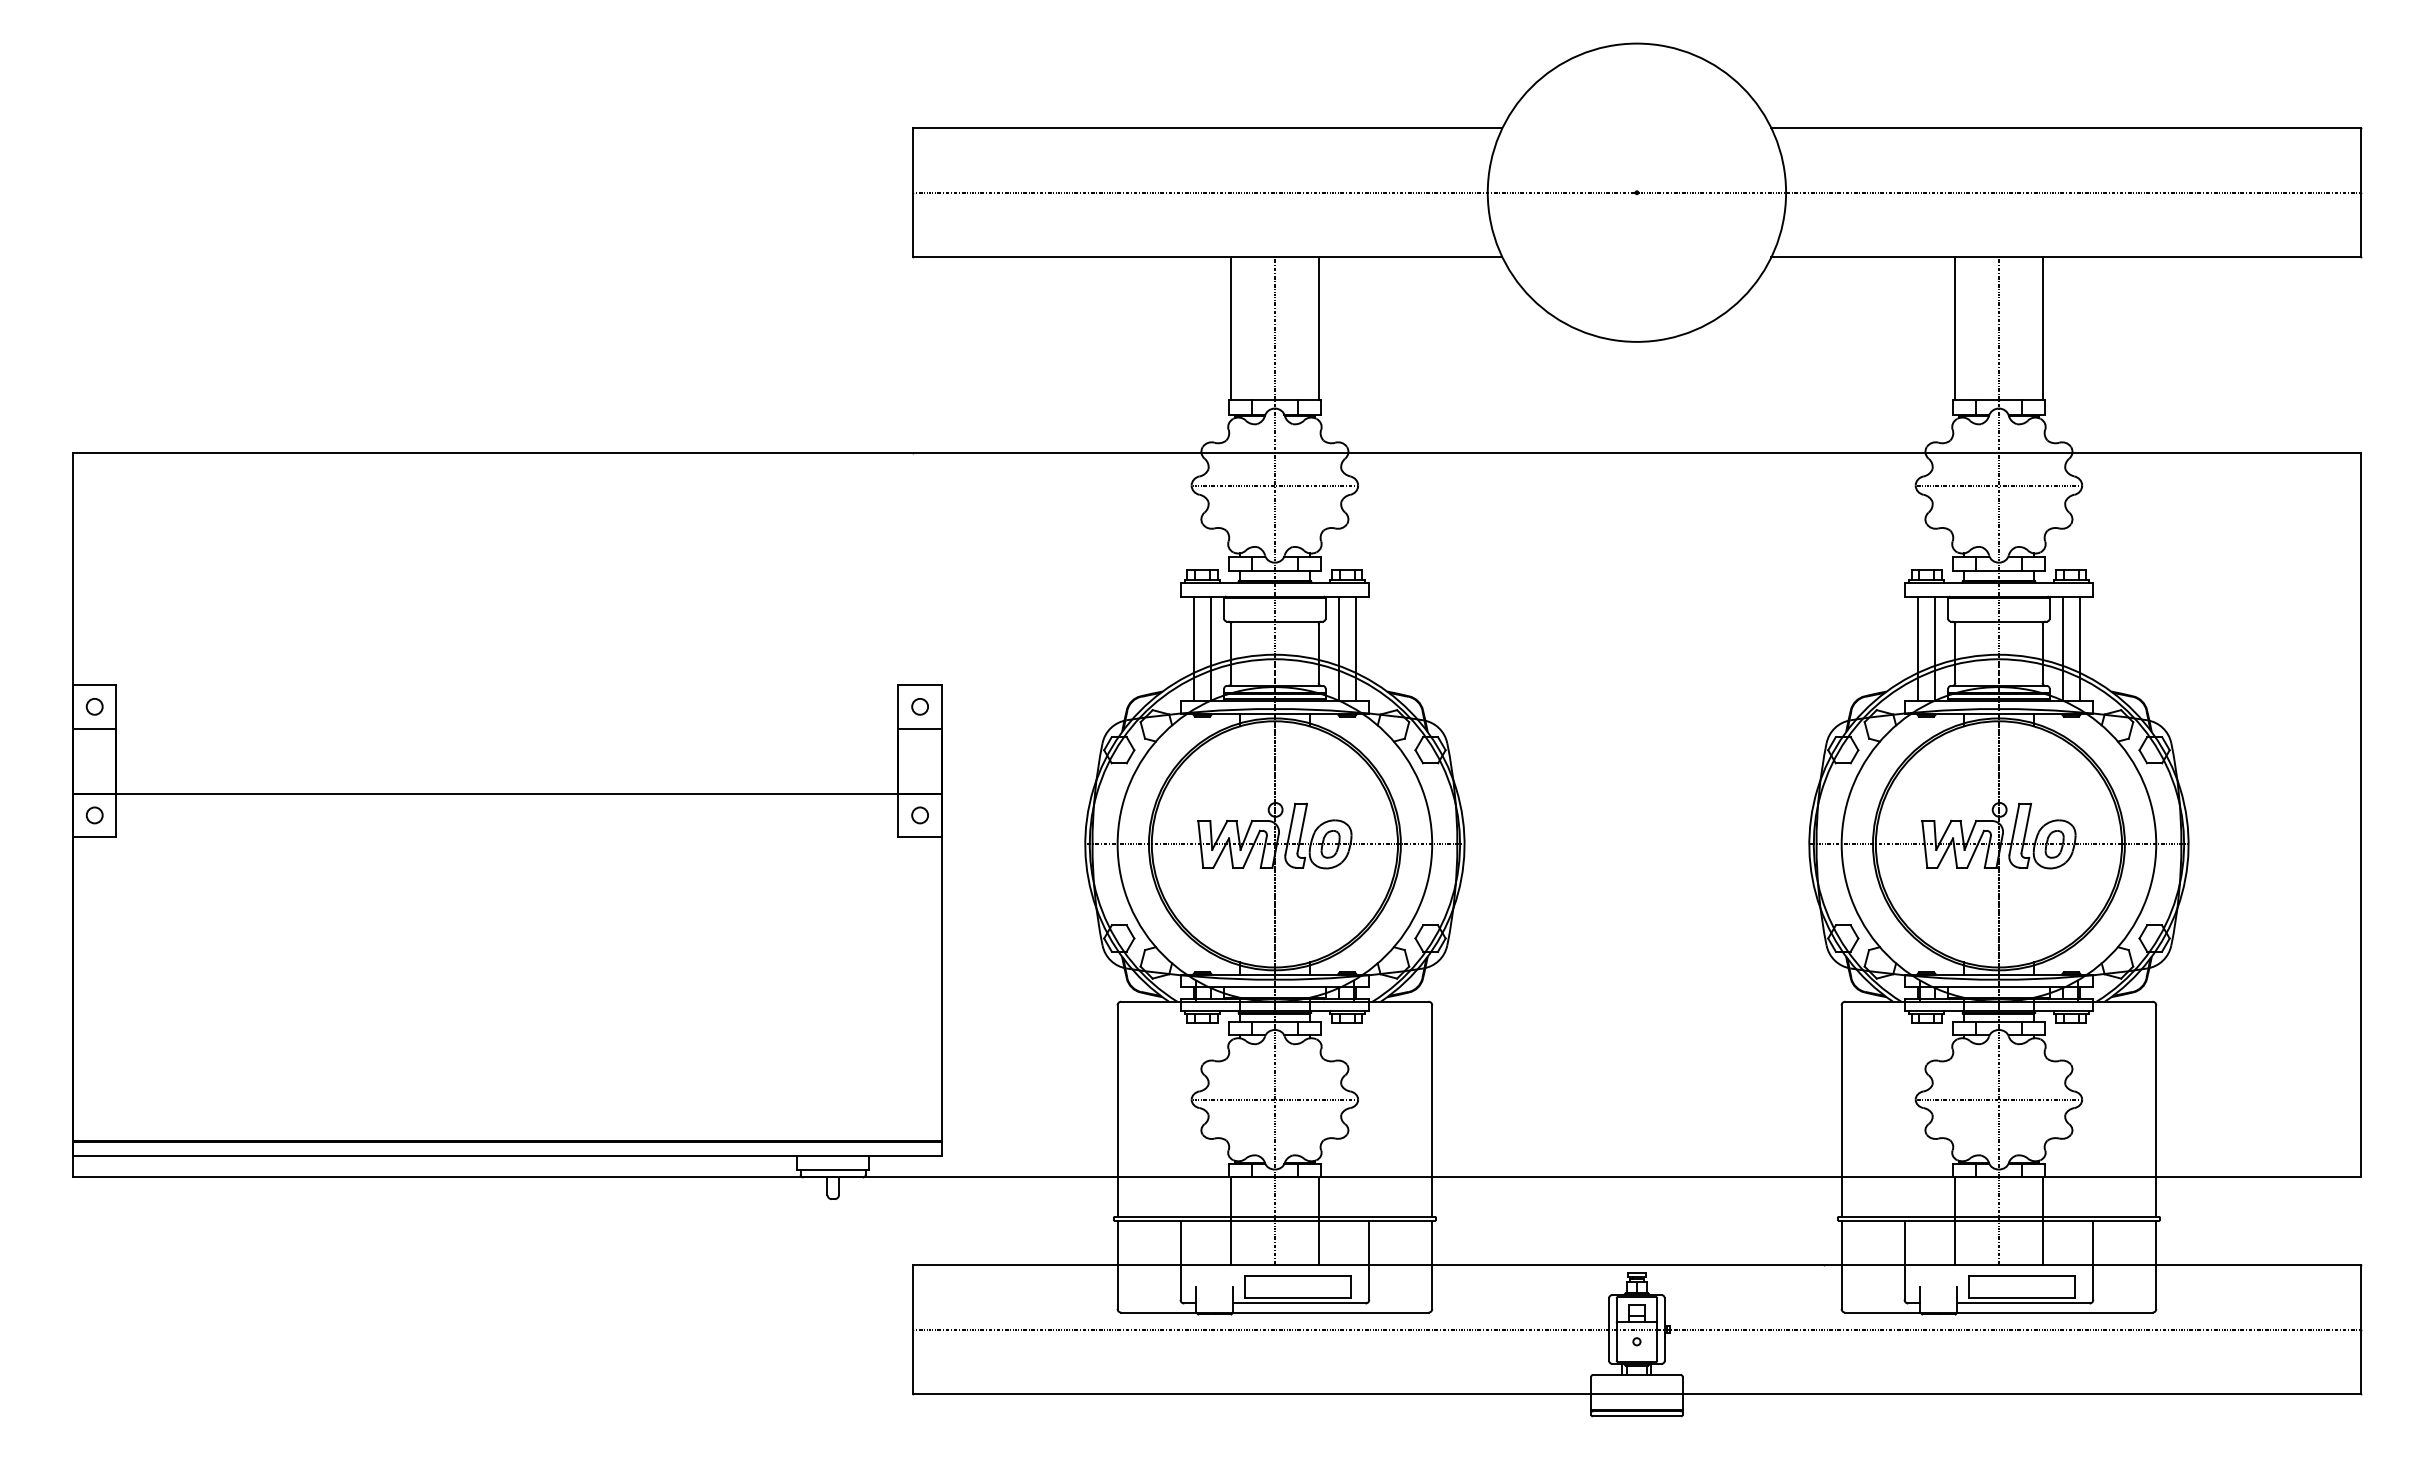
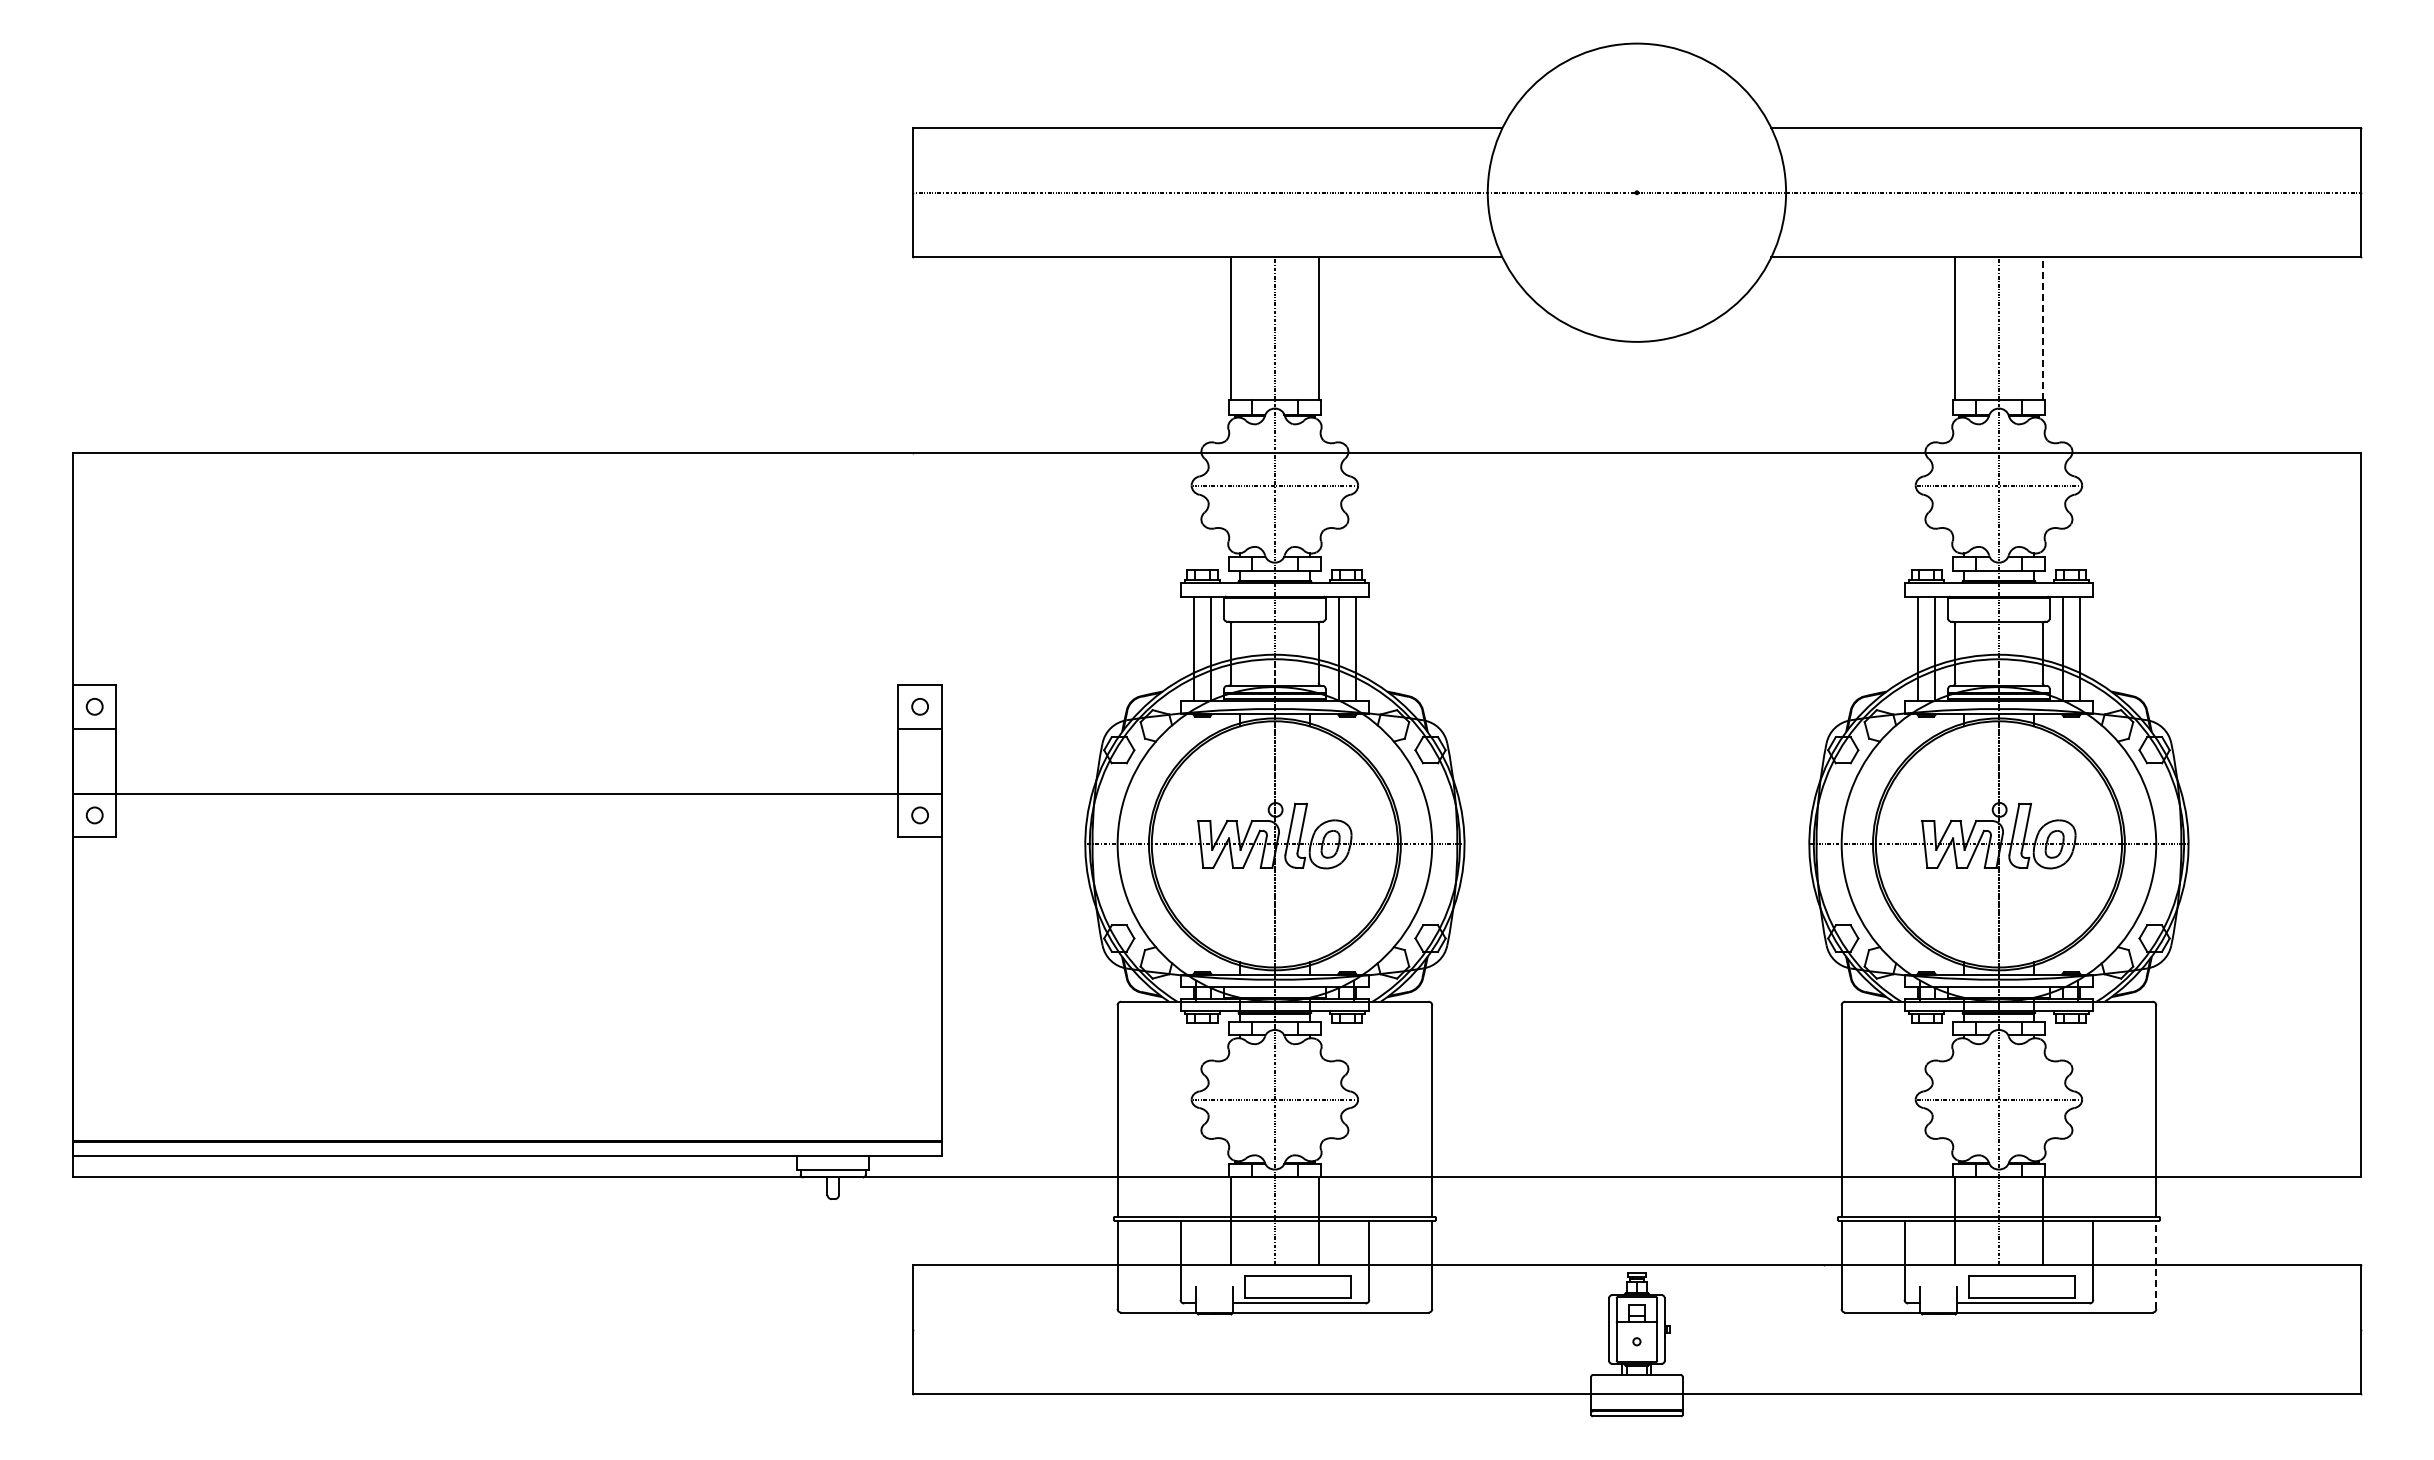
line at (2042, 328): solid -> dashed
line at (2156, 1264): solid -> dashed
line at (1636, 1329): present -> none
